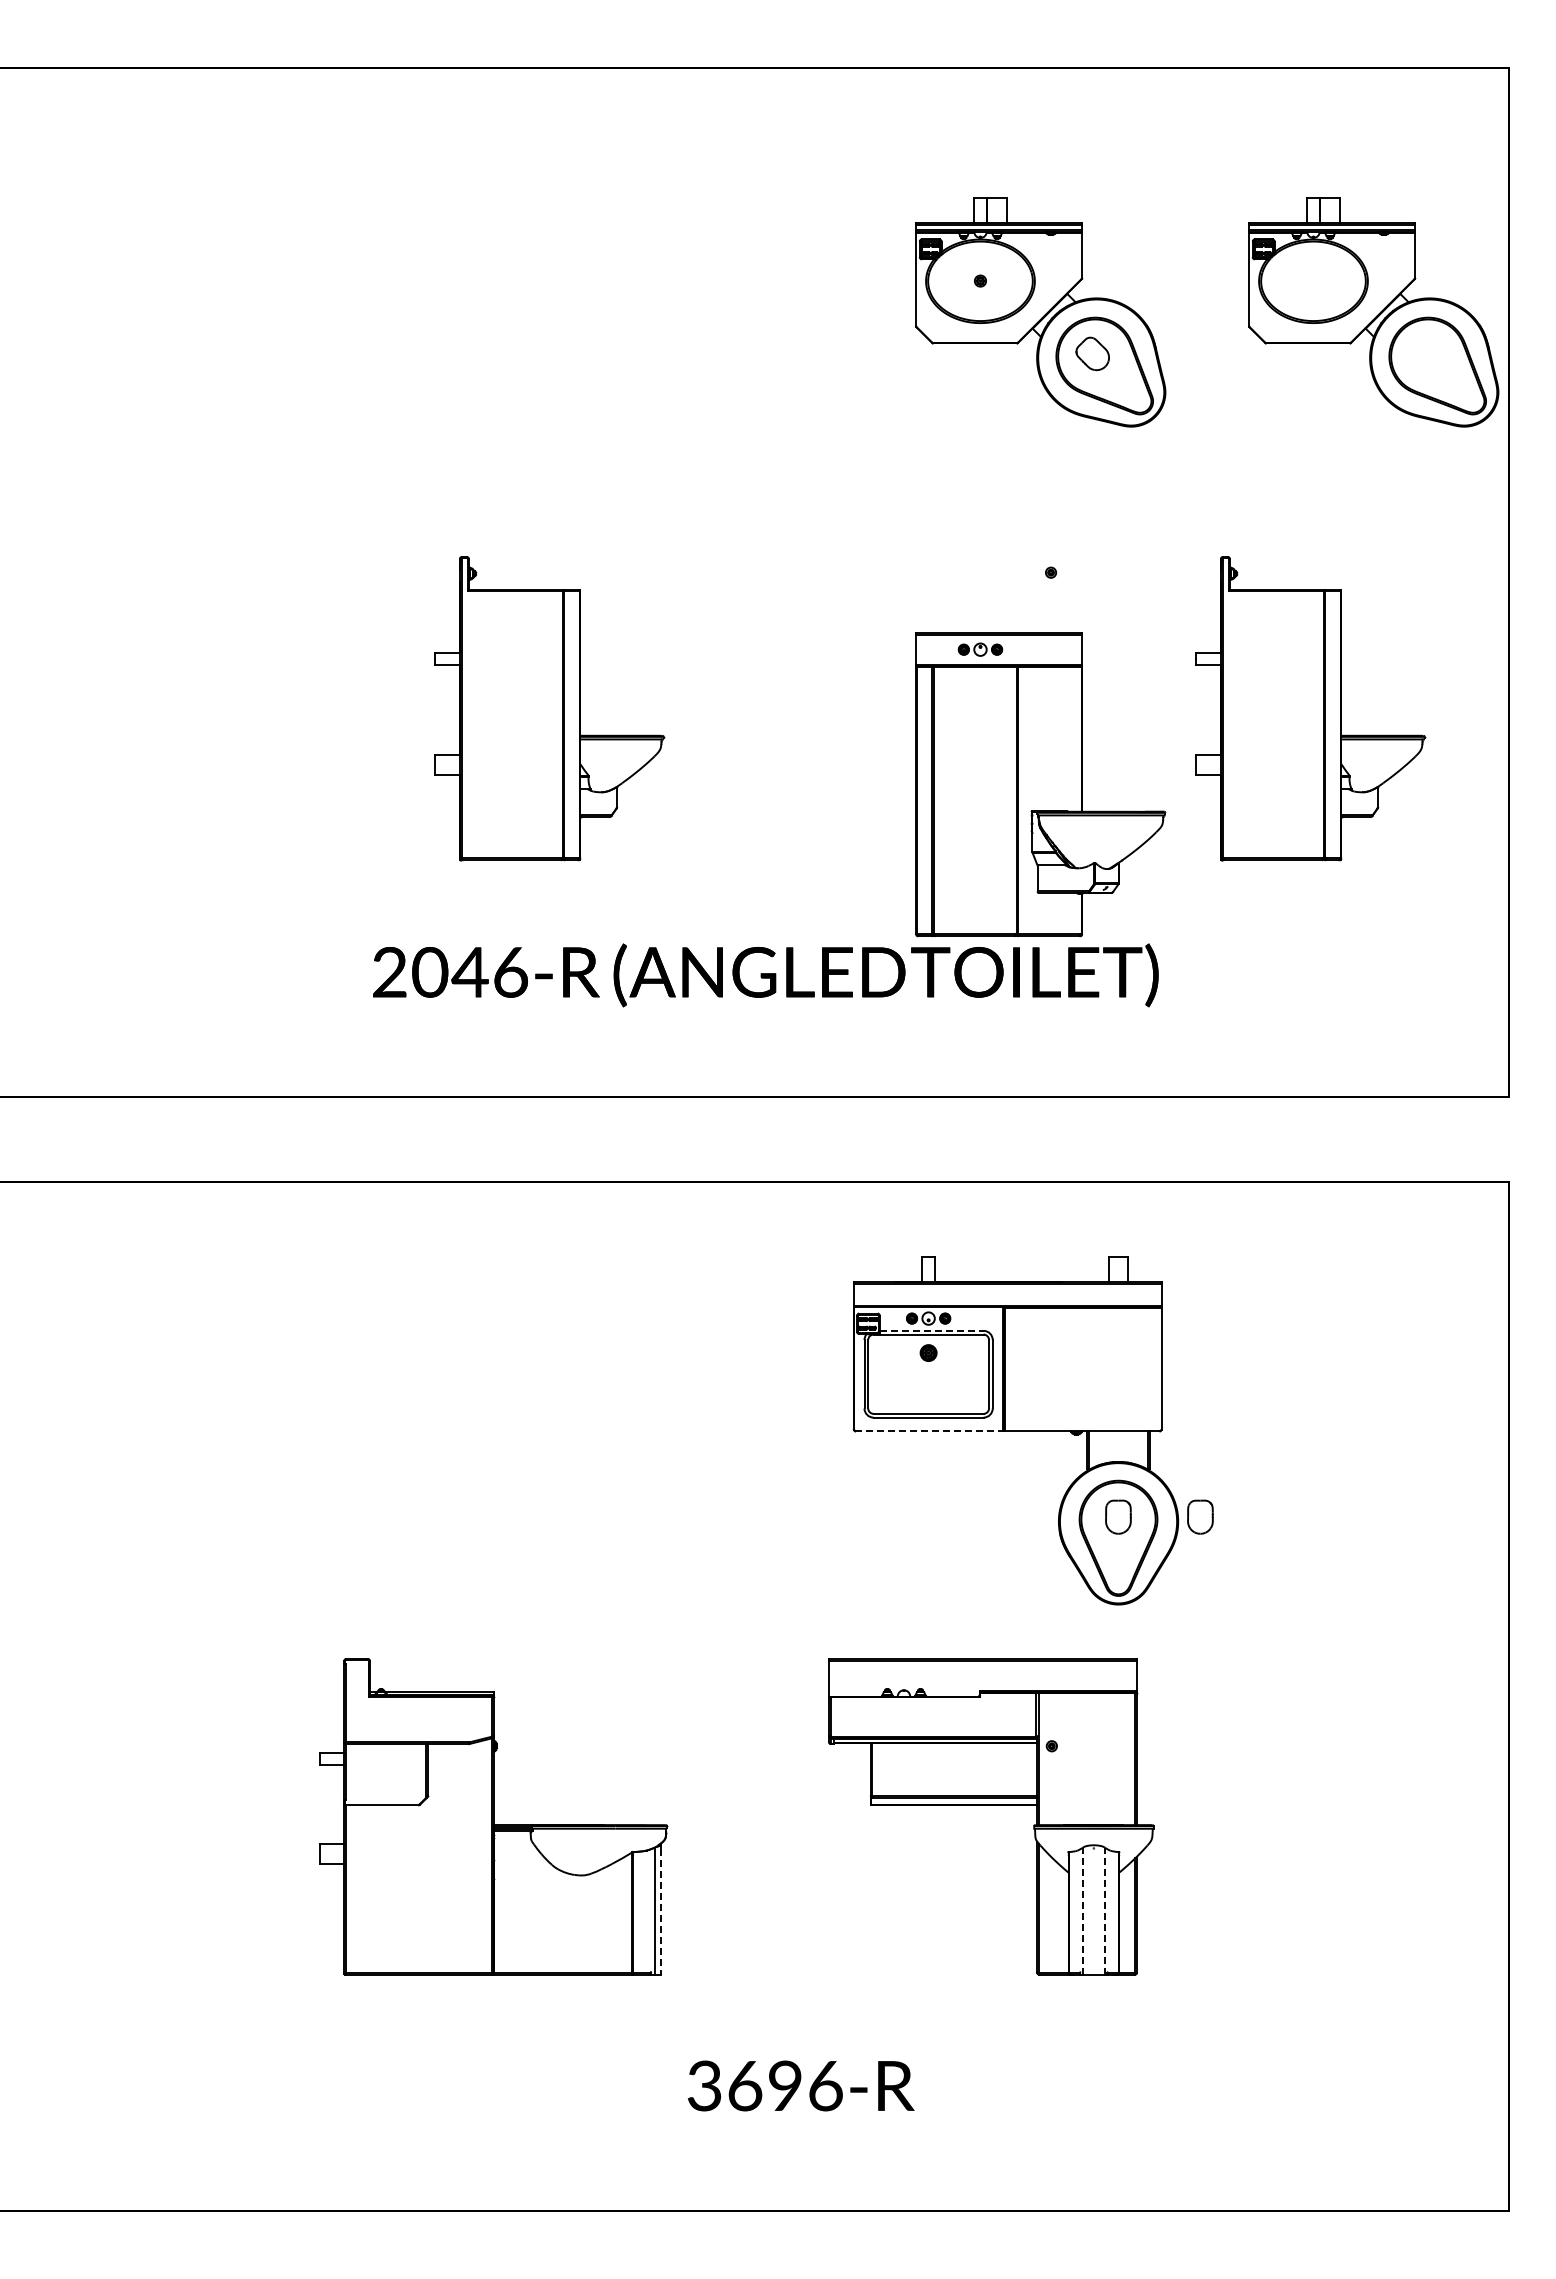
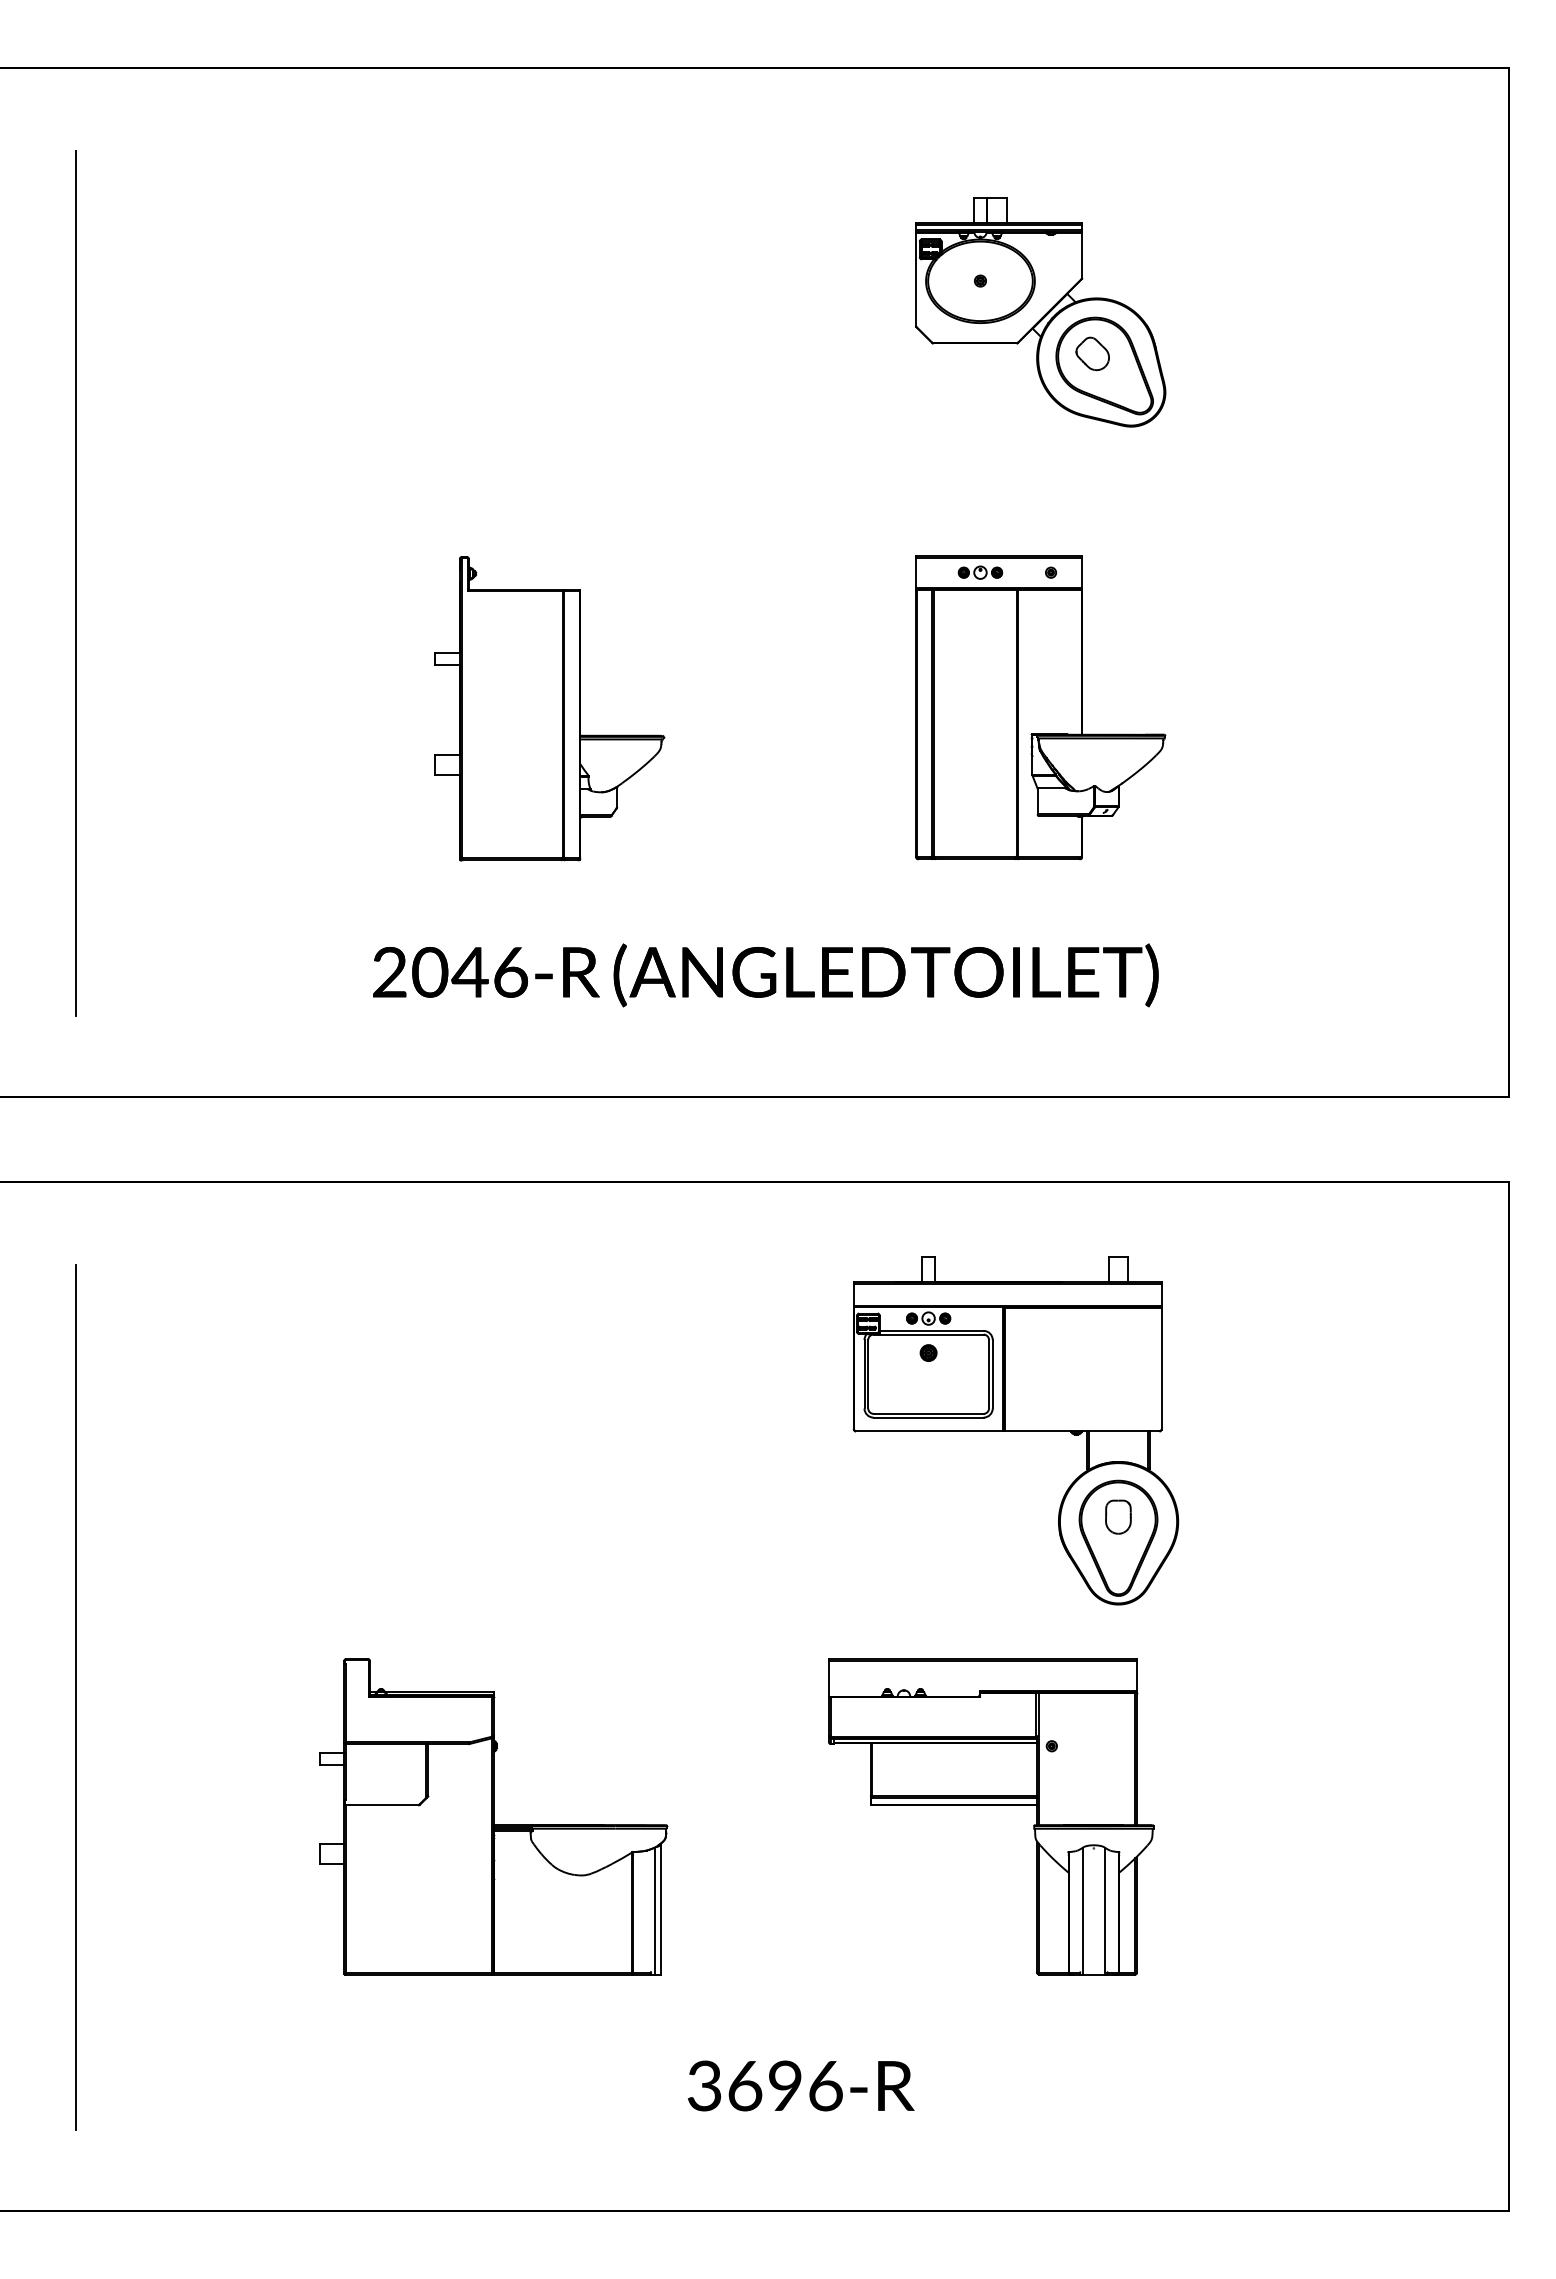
part at (1373, 312): present -> none
line at (75, 583): none -> present
part at (1310, 708): present -> none
part at (1040, 784) position: (1040, 784) -> (1040, 707)
line at (931, 1330): dashed -> solid
line at (929, 1431): dashed -> solid
part at (1200, 1516): present -> none
line at (75, 1697): none -> present
line at (1082, 1910): dashed -> solid
line at (1104, 1910): dashed -> solid
line at (660, 1911): dashed -> solid
